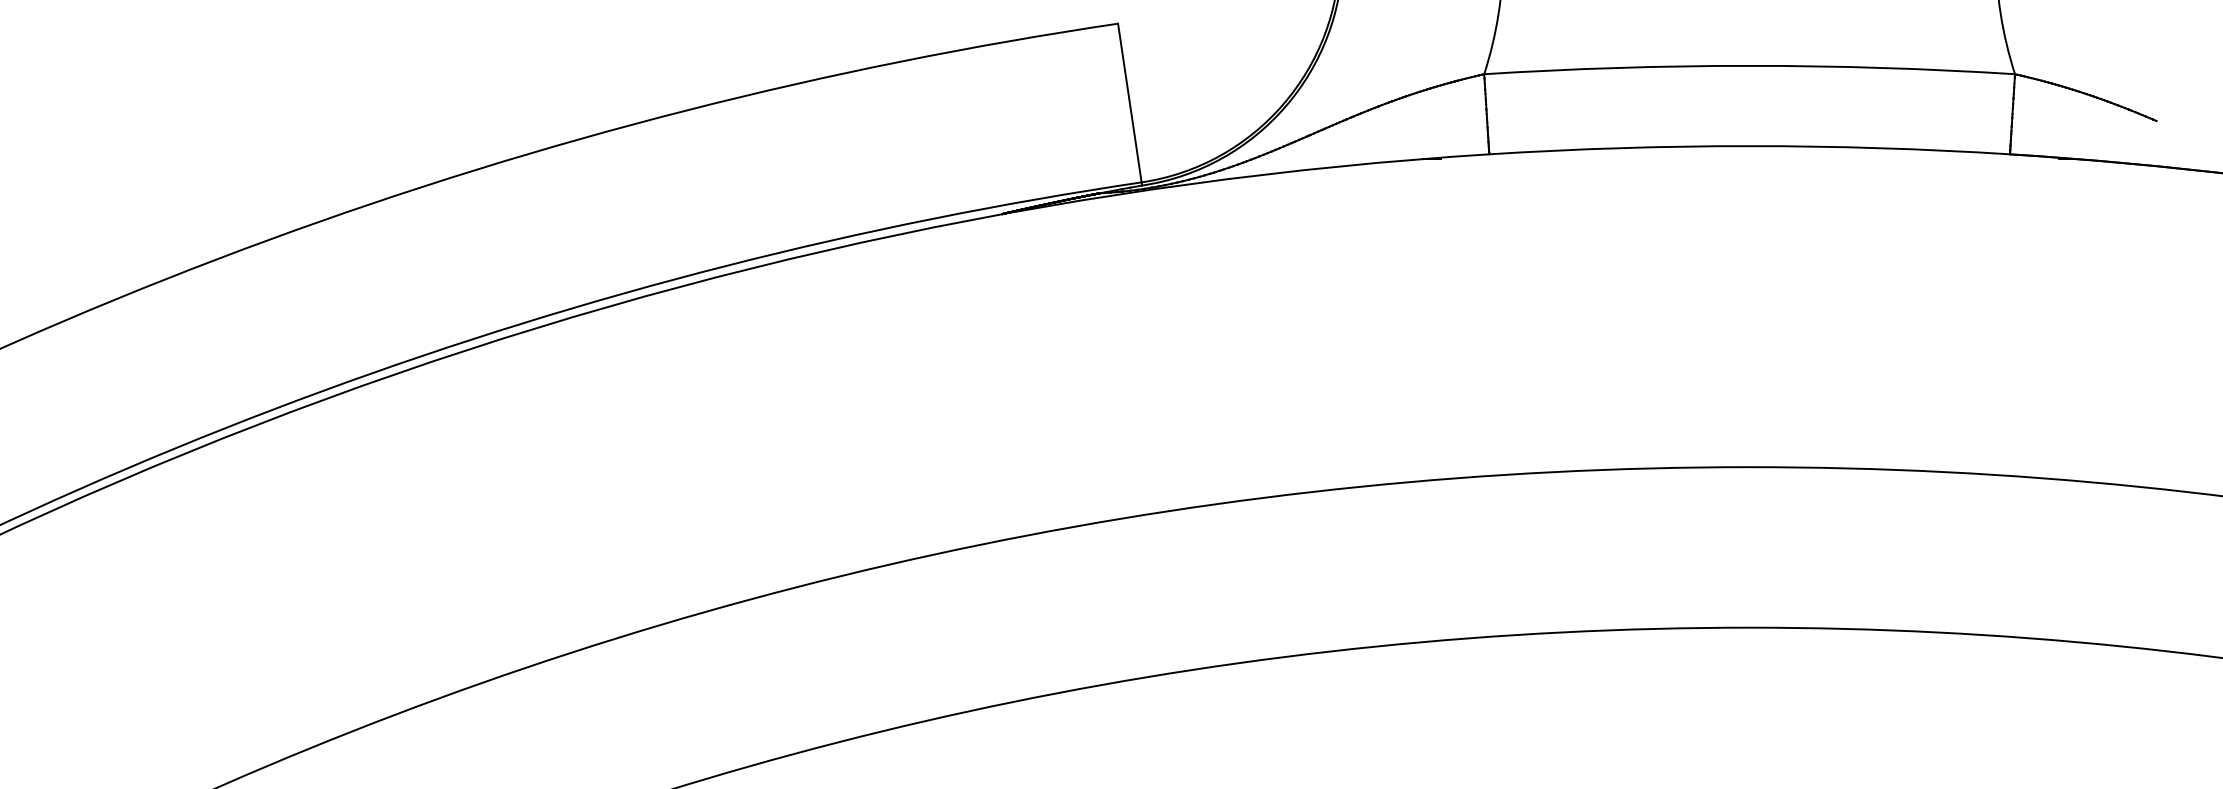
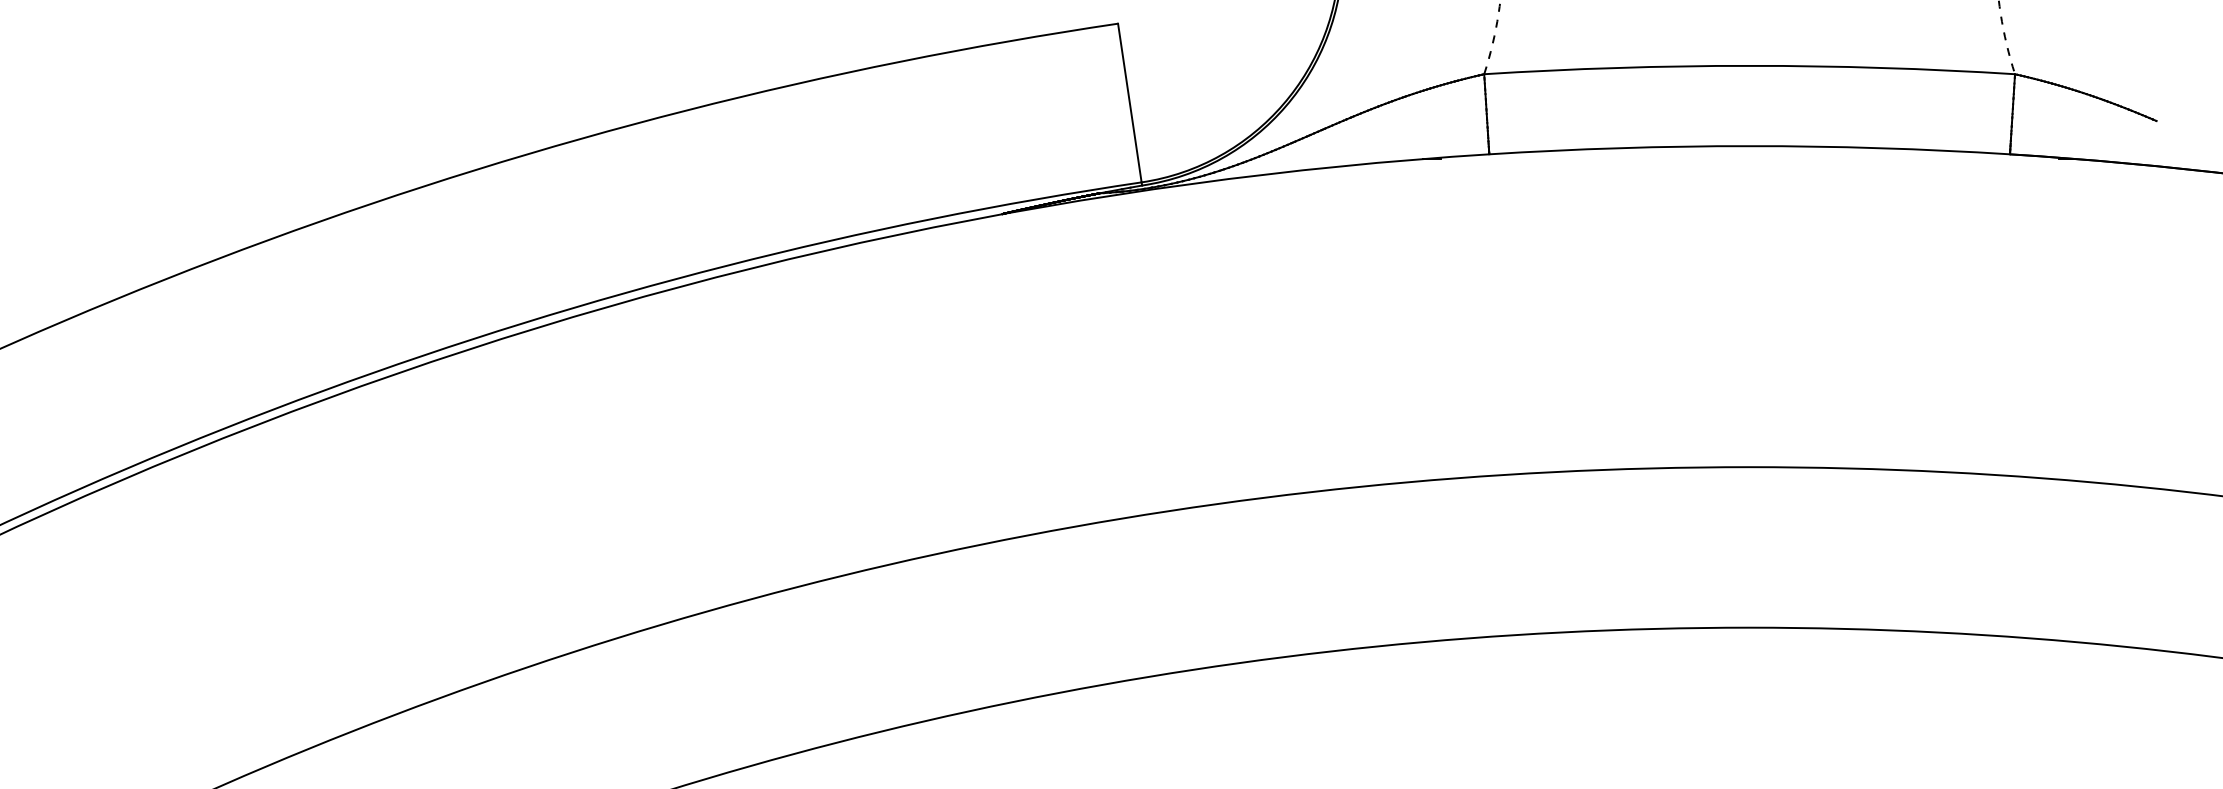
arc at (1494, 37): solid -> dashed
arc at (2005, 37): solid -> dashed
